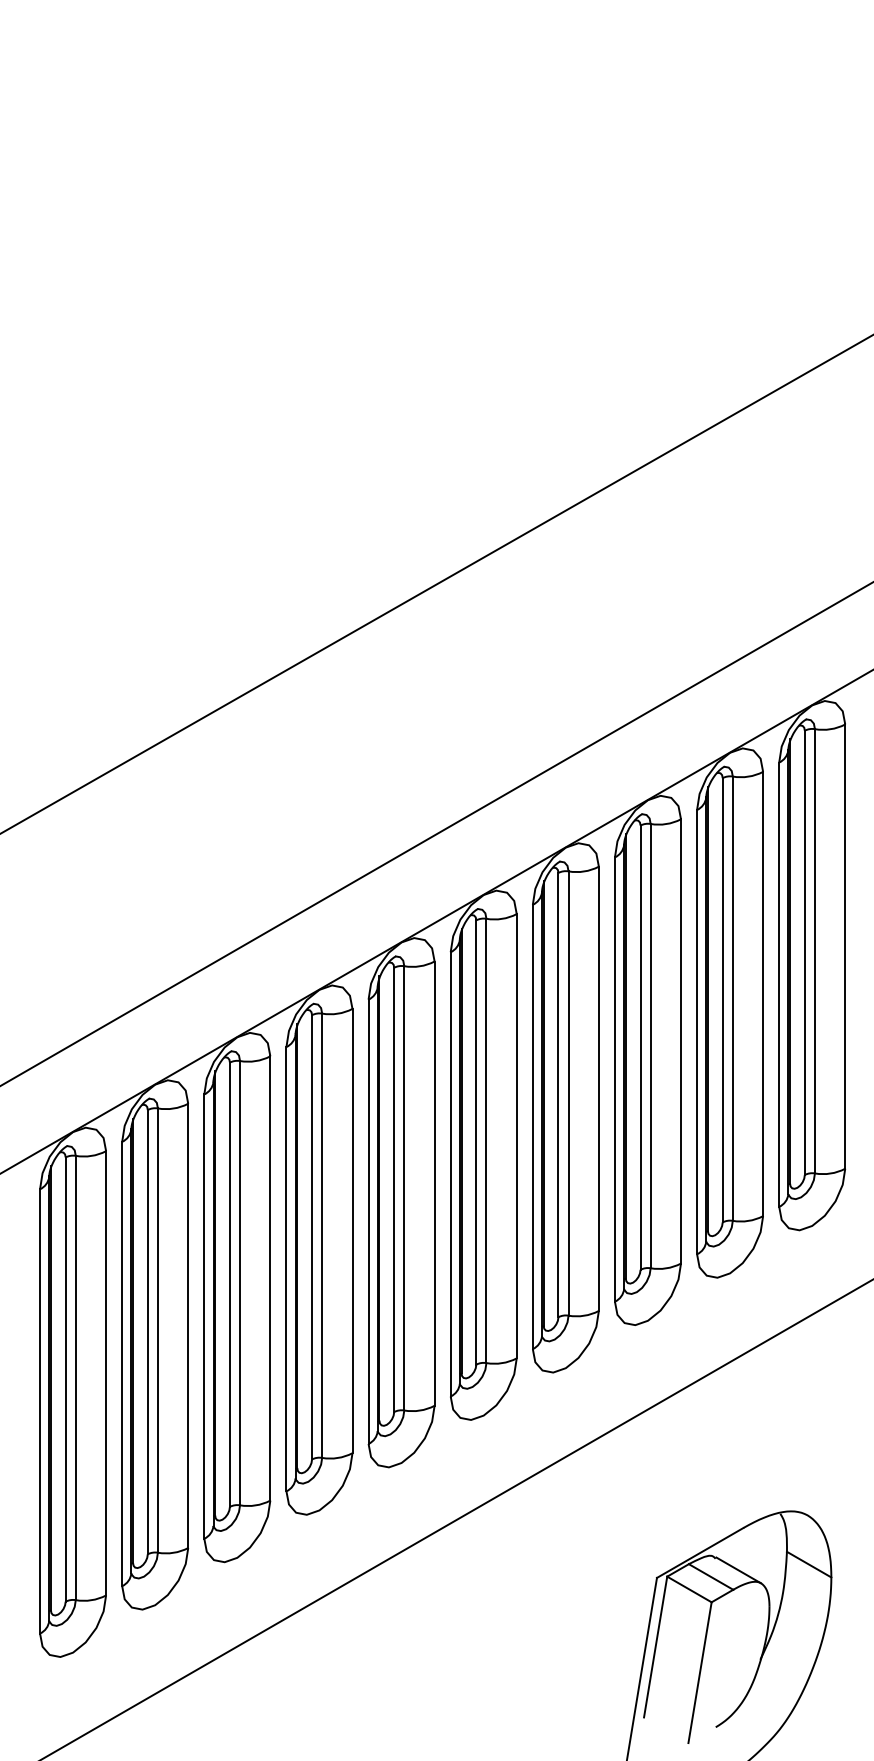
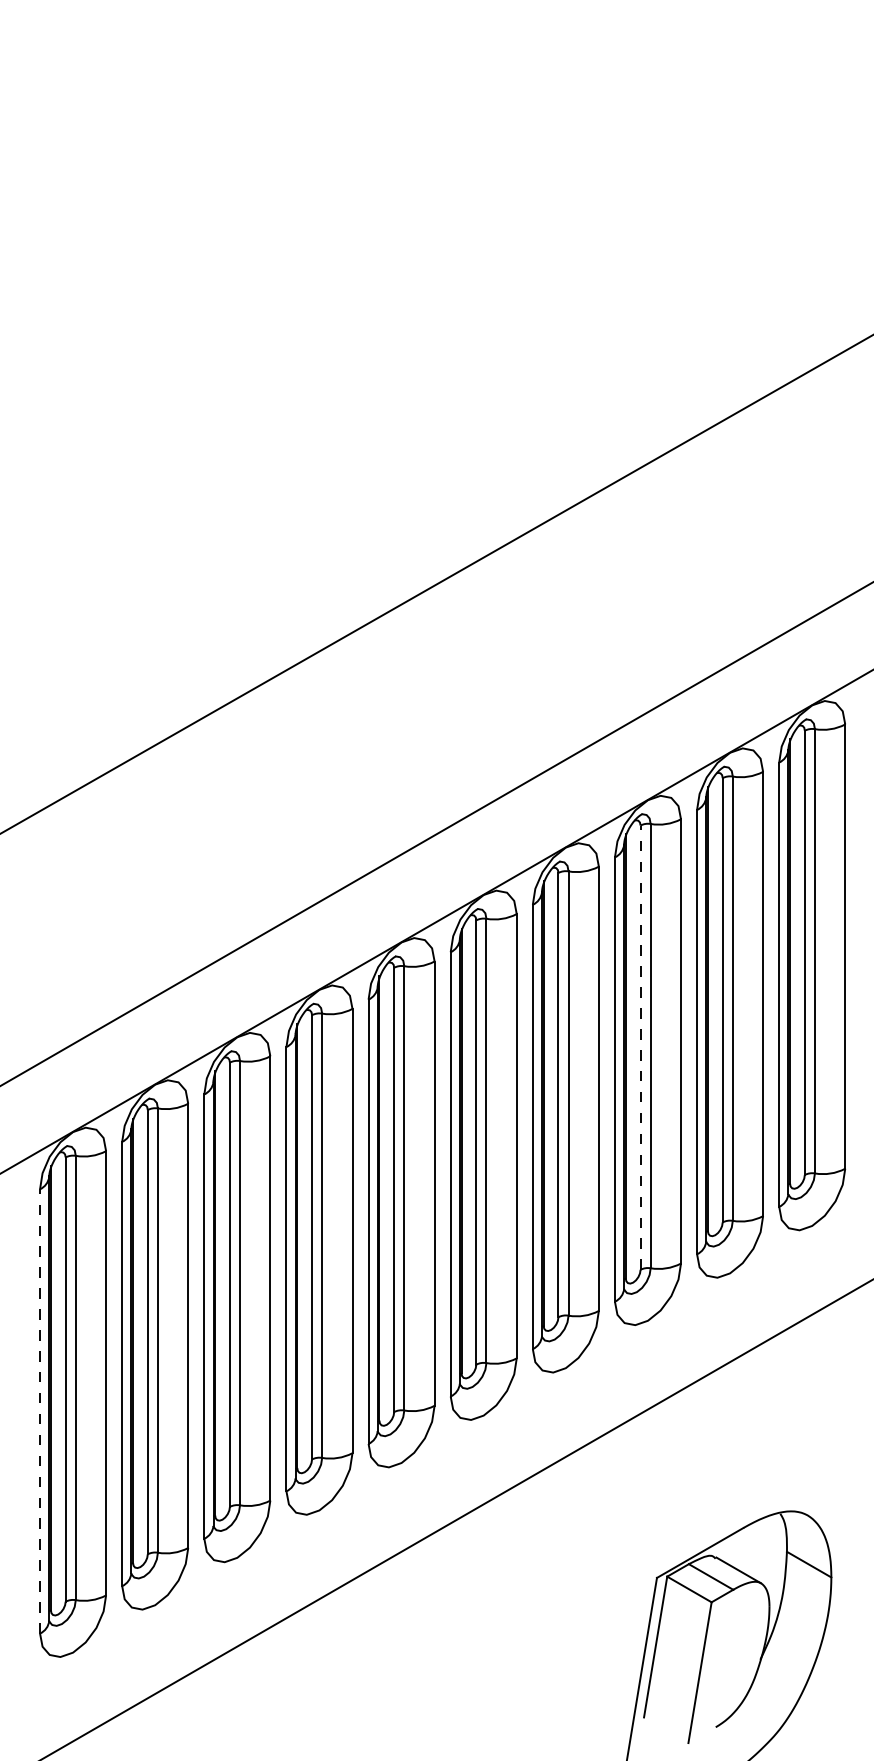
line at (640, 1047): solid -> dashed
line at (40, 1410): solid -> dashed
